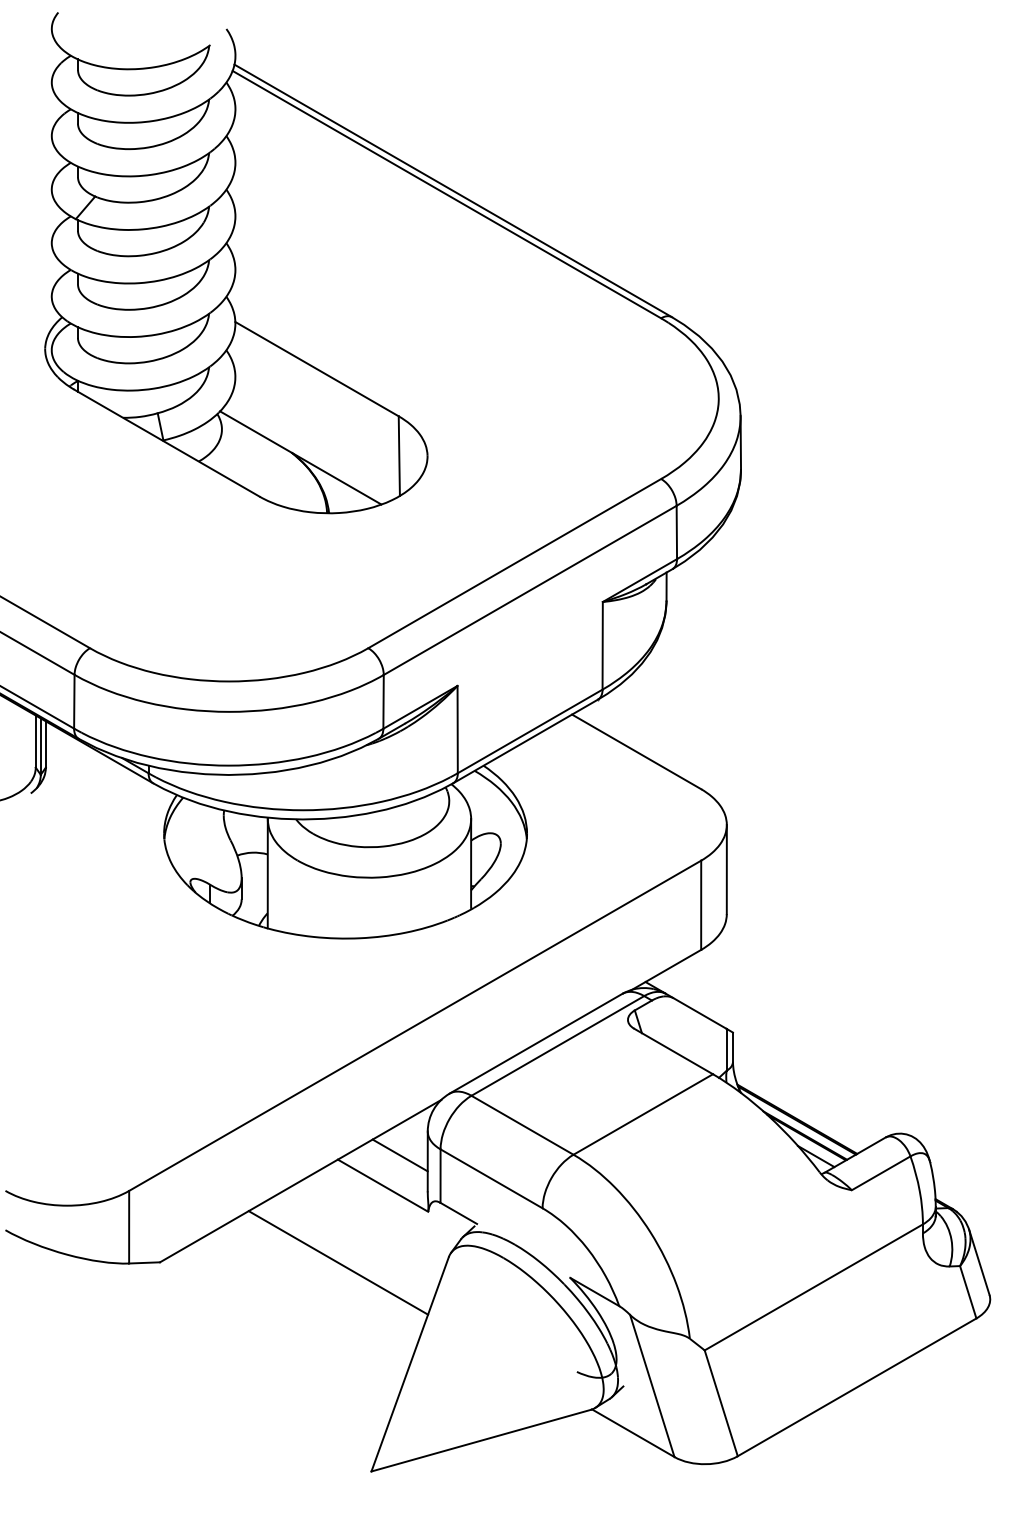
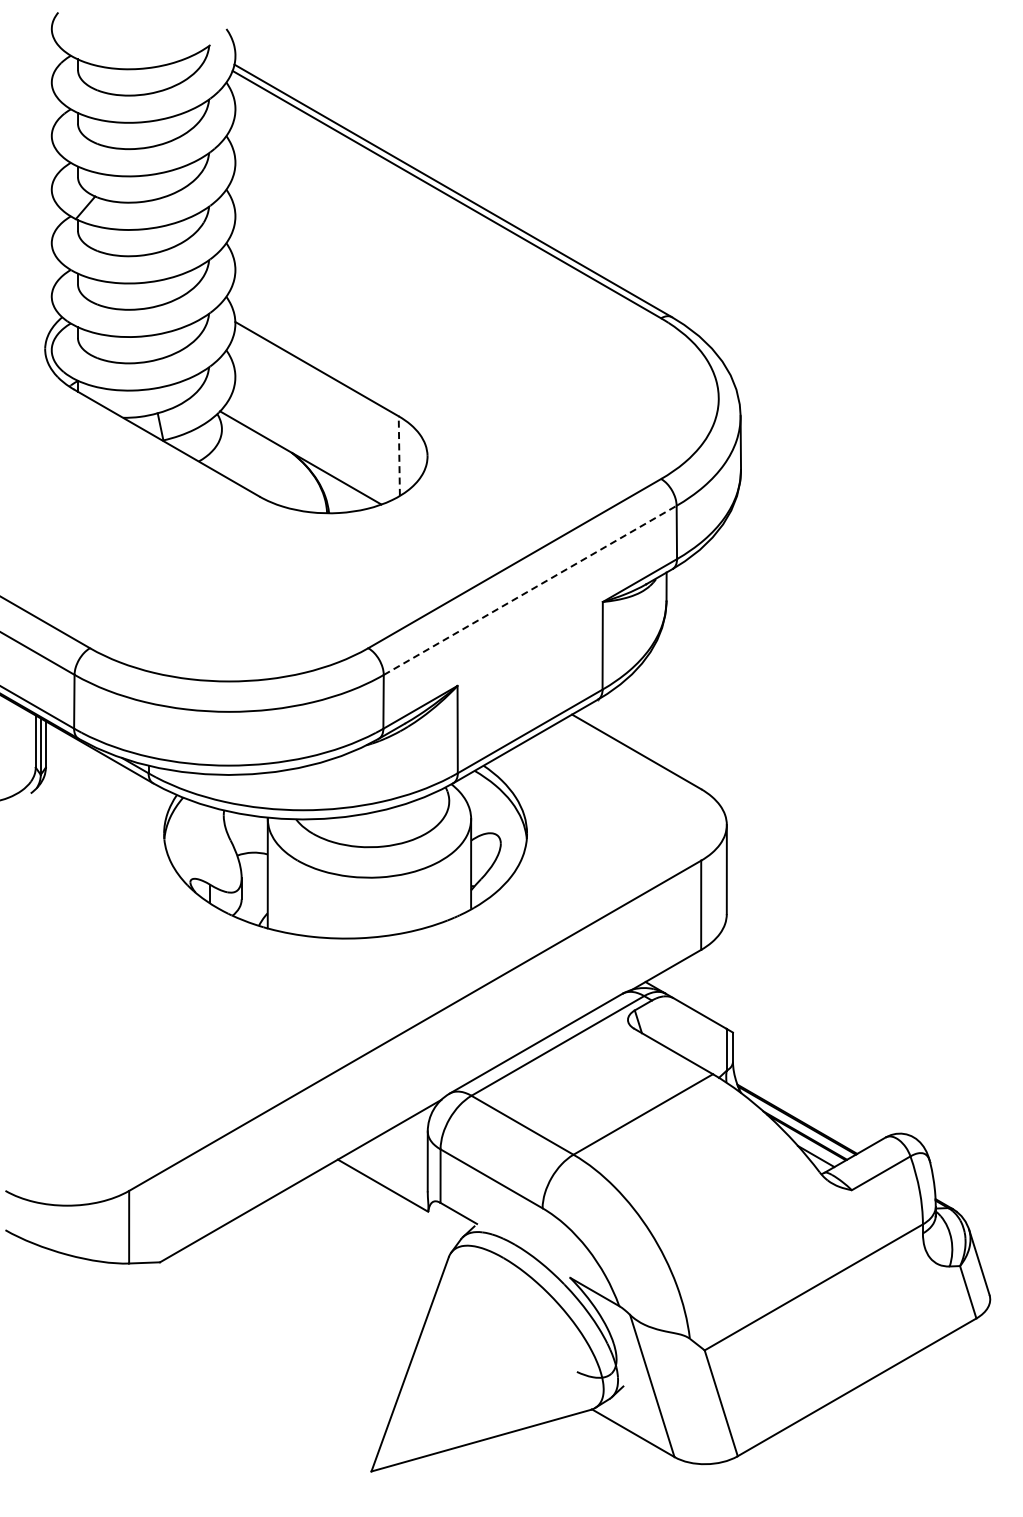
line at (399, 456): solid -> dashed
line at (530, 590): solid -> dashed
line at (399, 1155): present -> none
line at (338, 1262): present -> none
